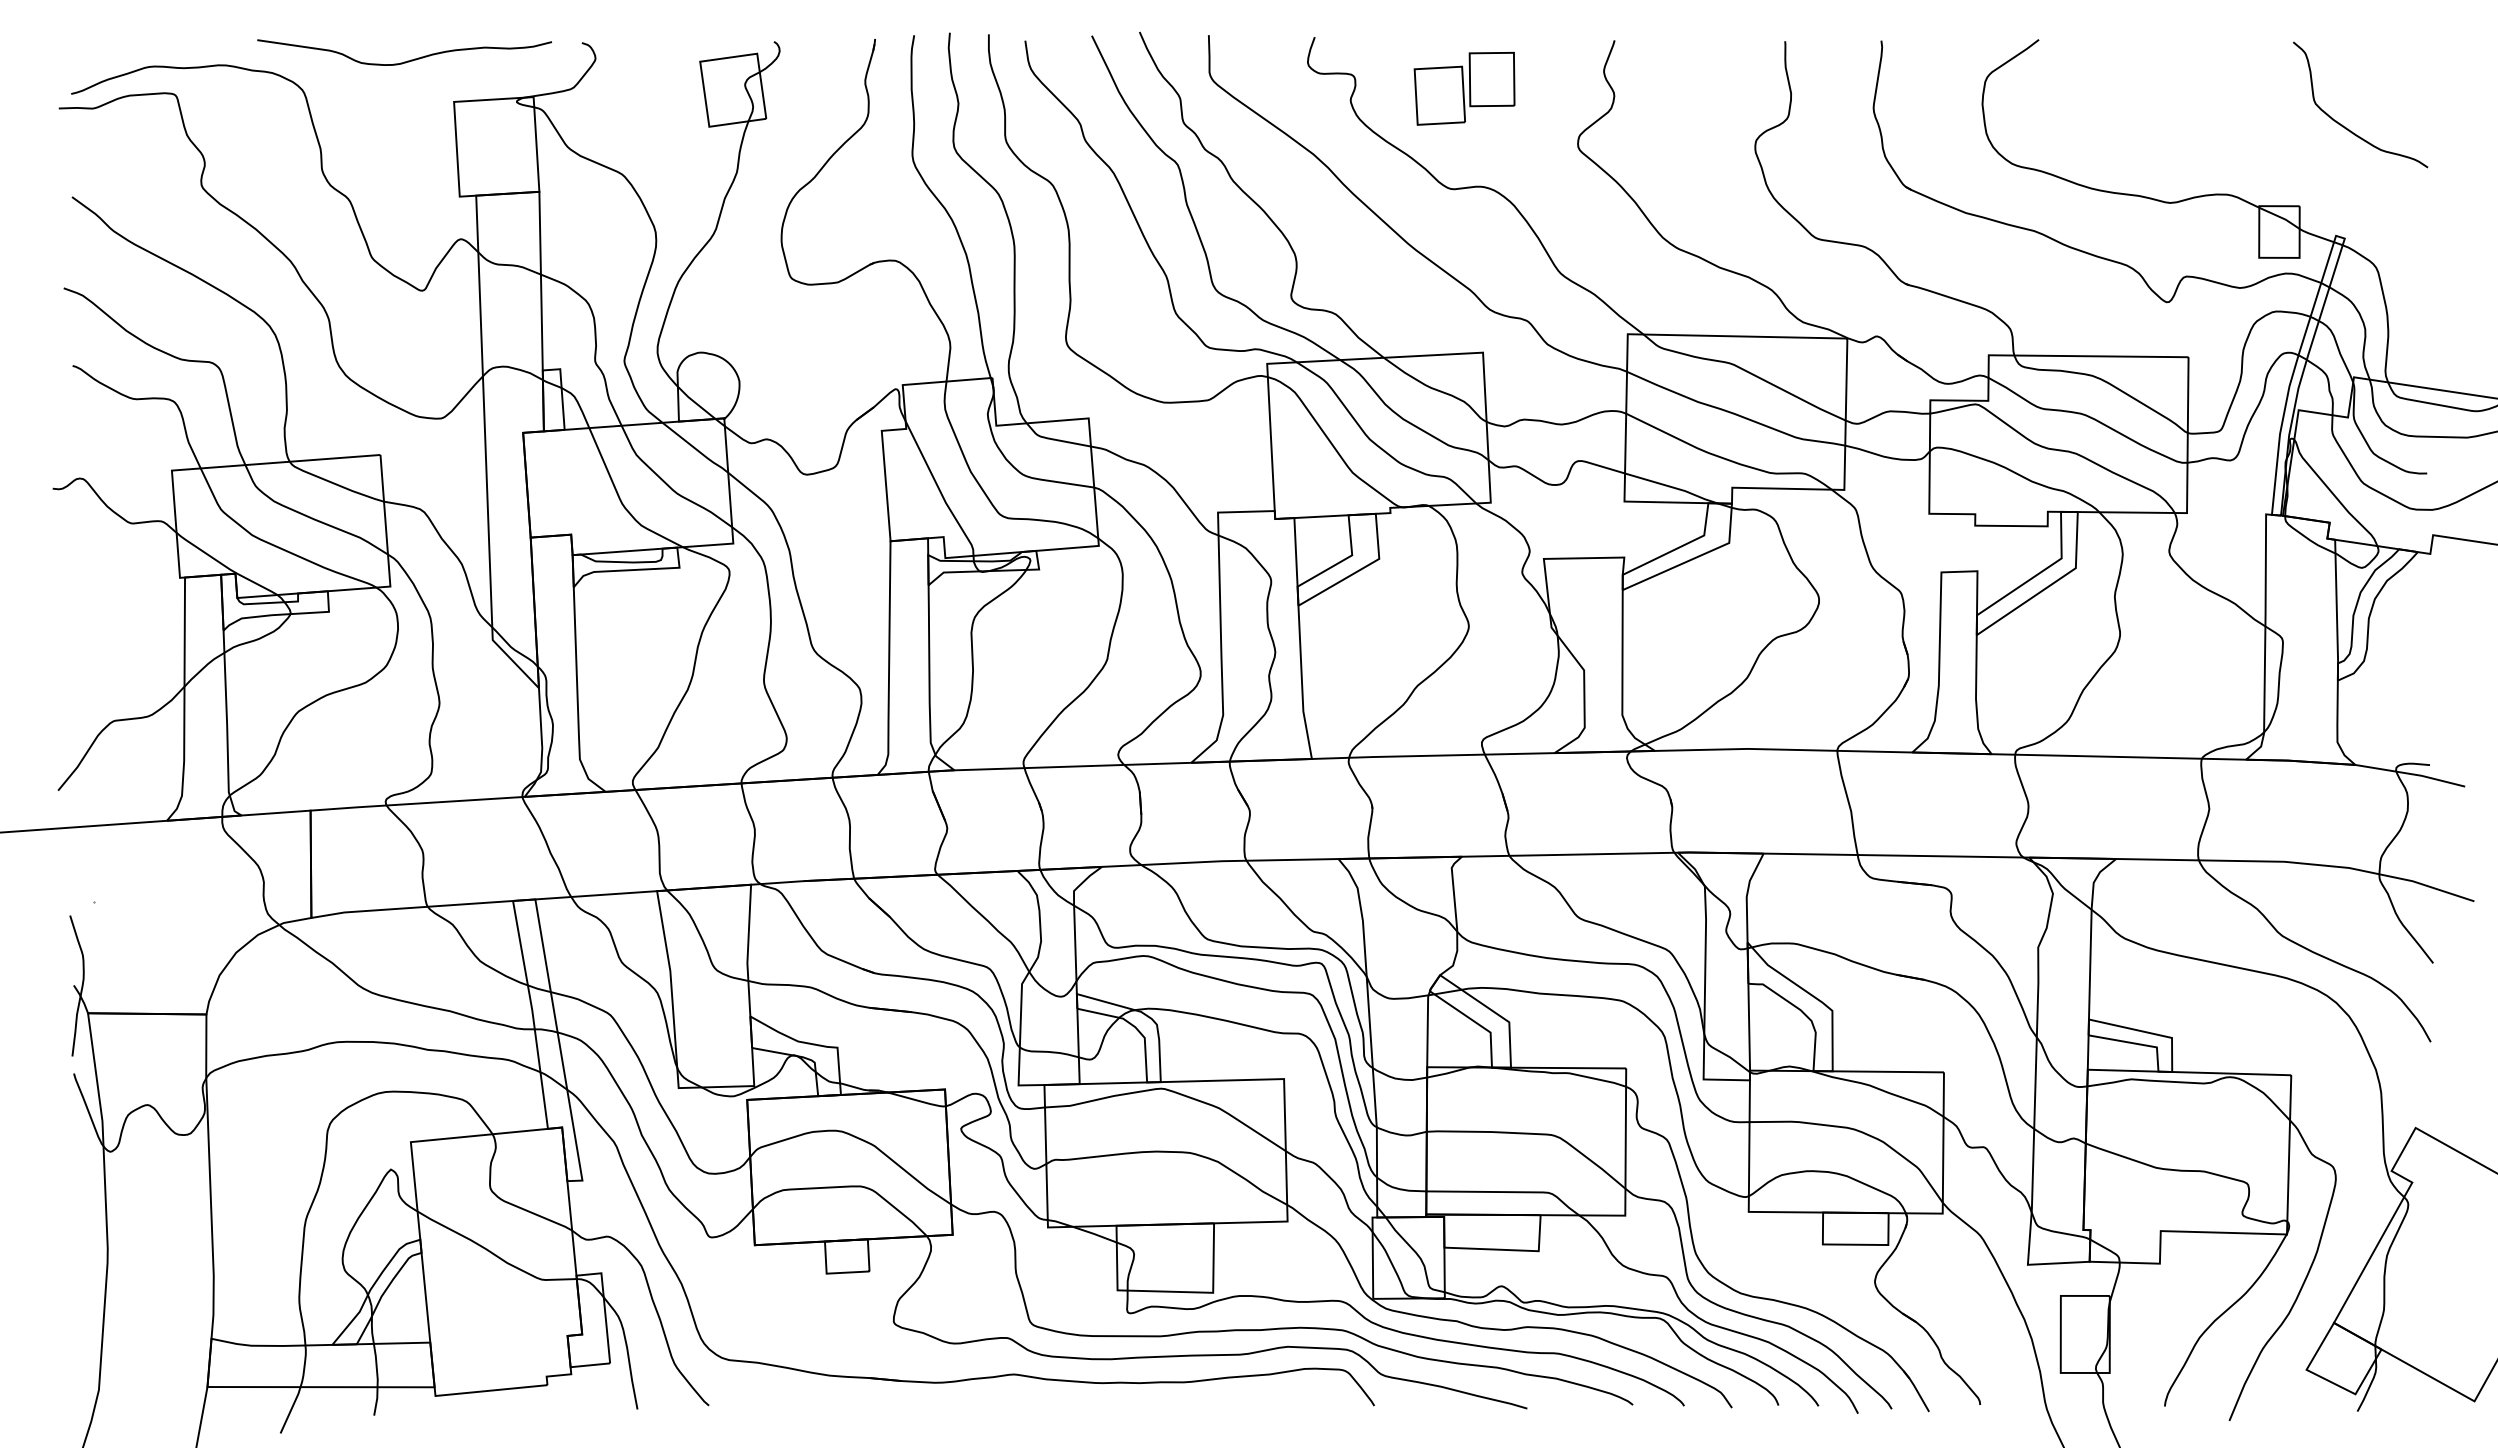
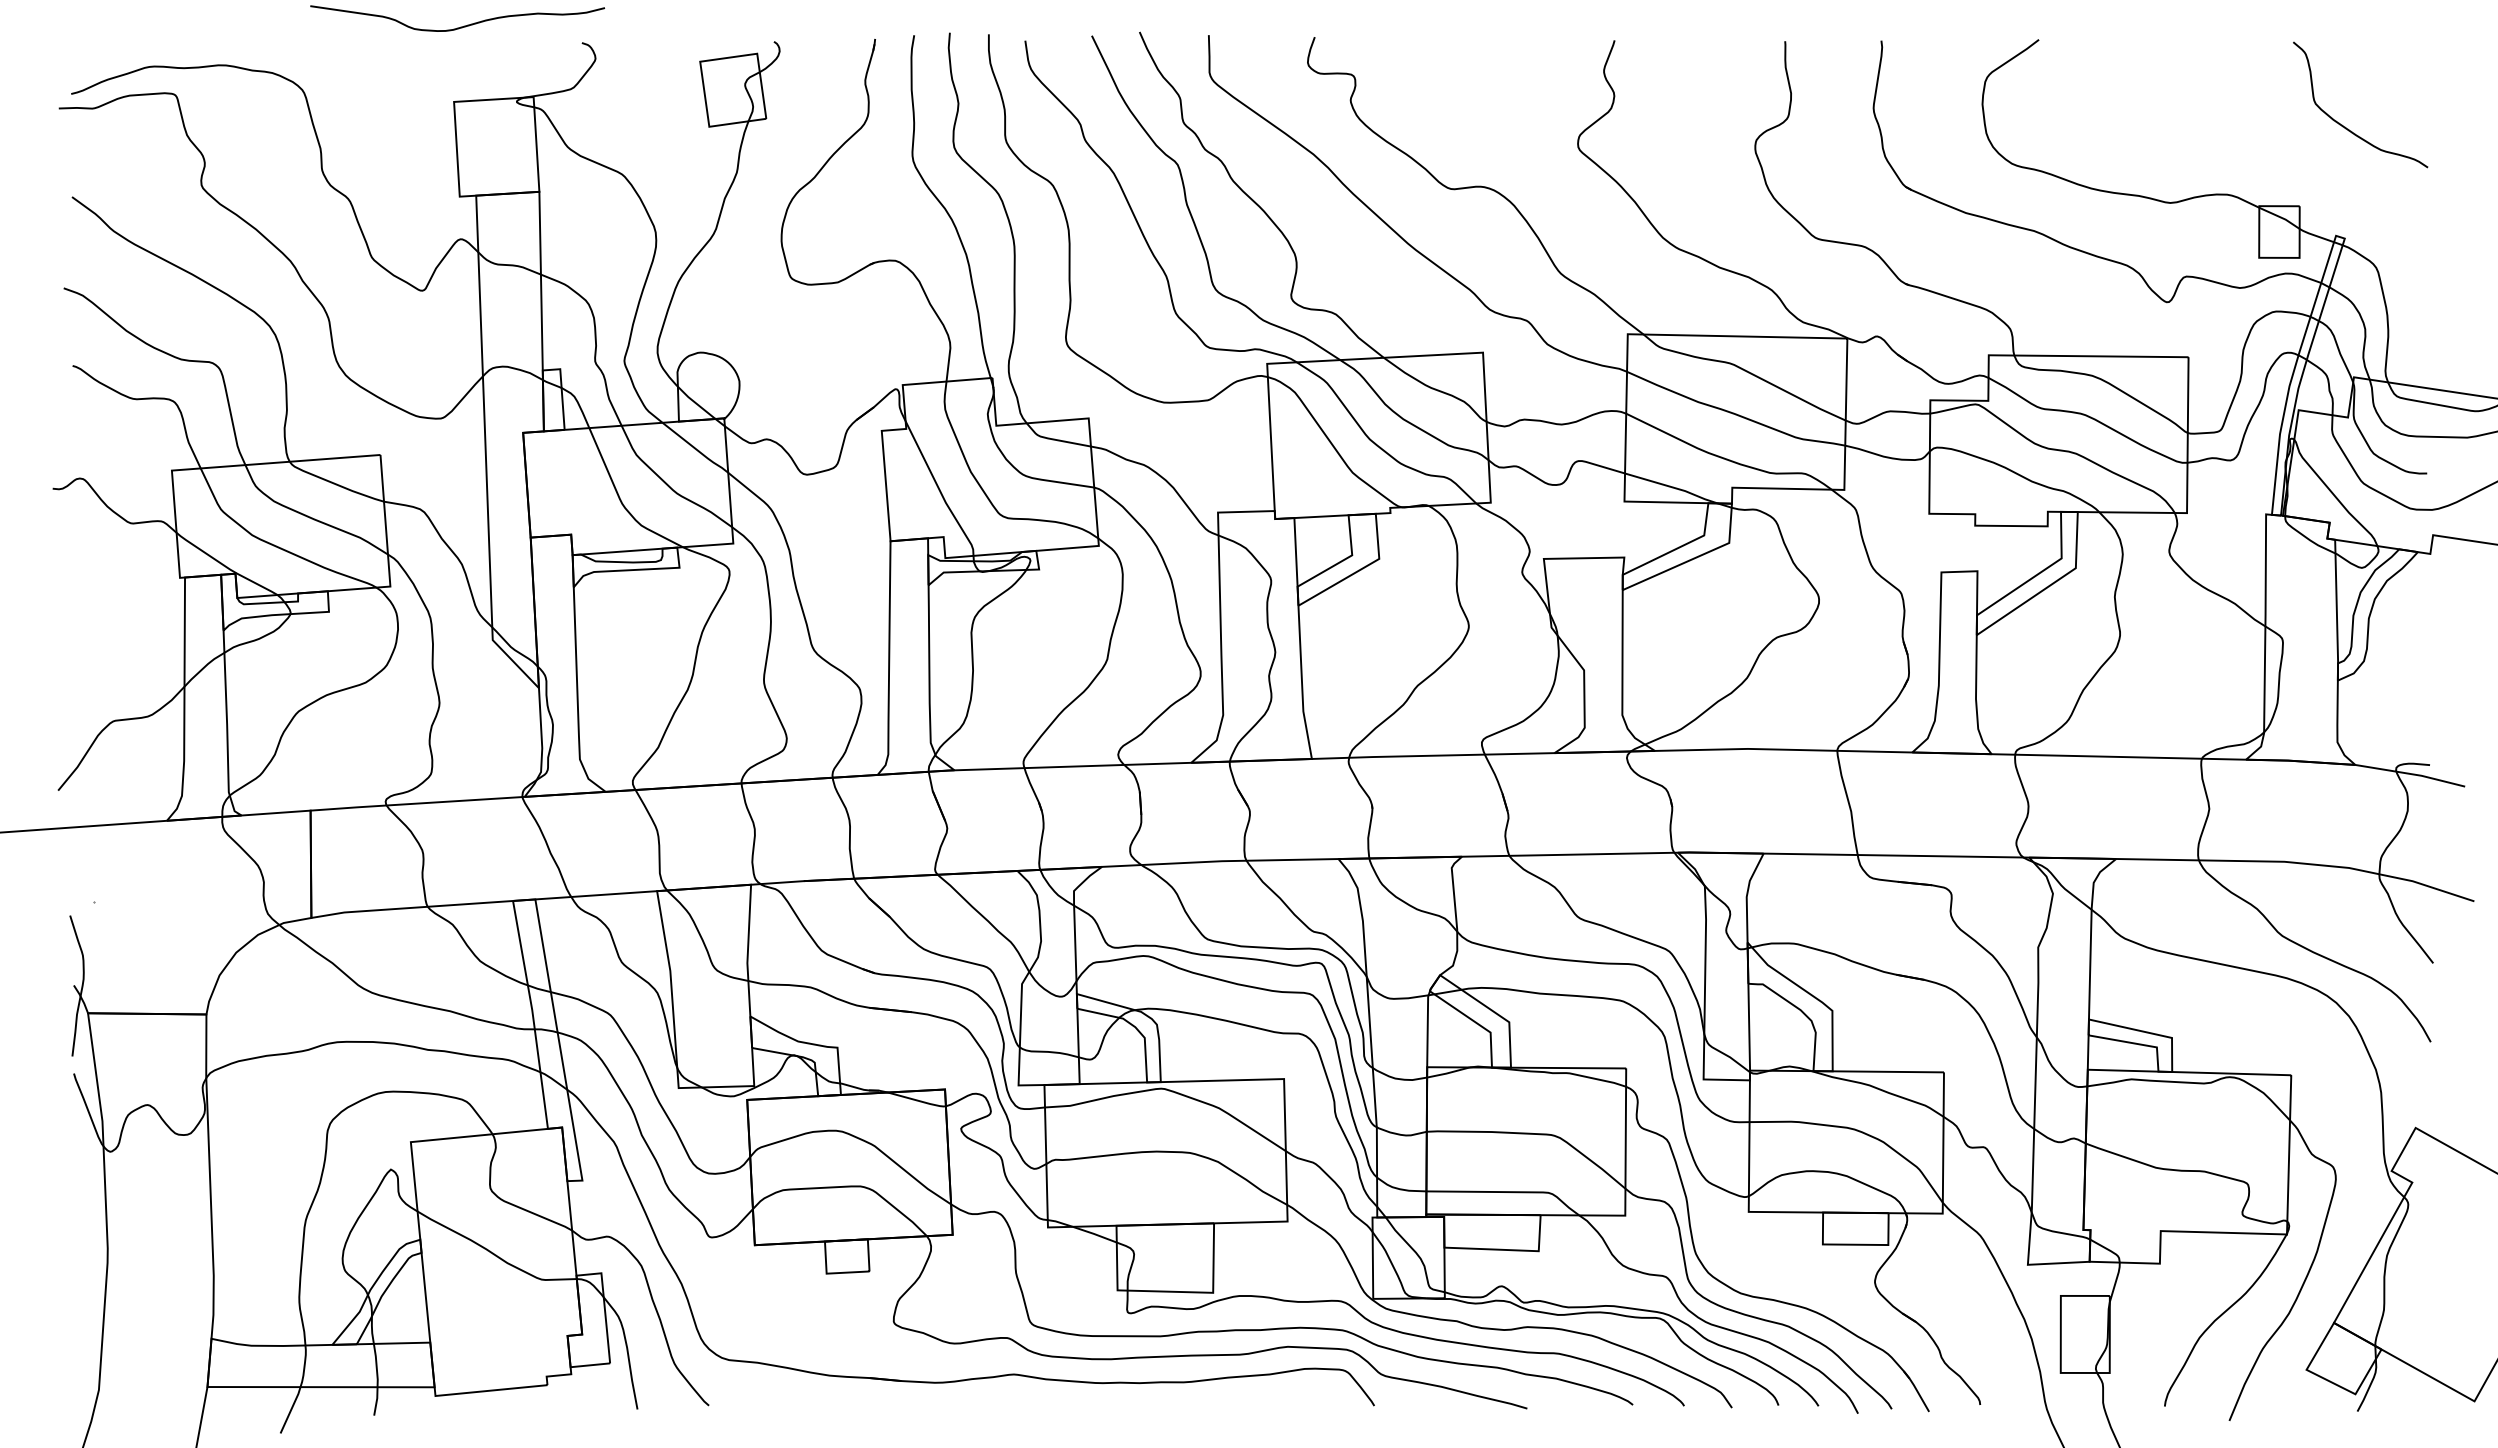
curve at (407, 60) position: (407, 60) -> (460, 26)
part at (1464, 88): present -> none
